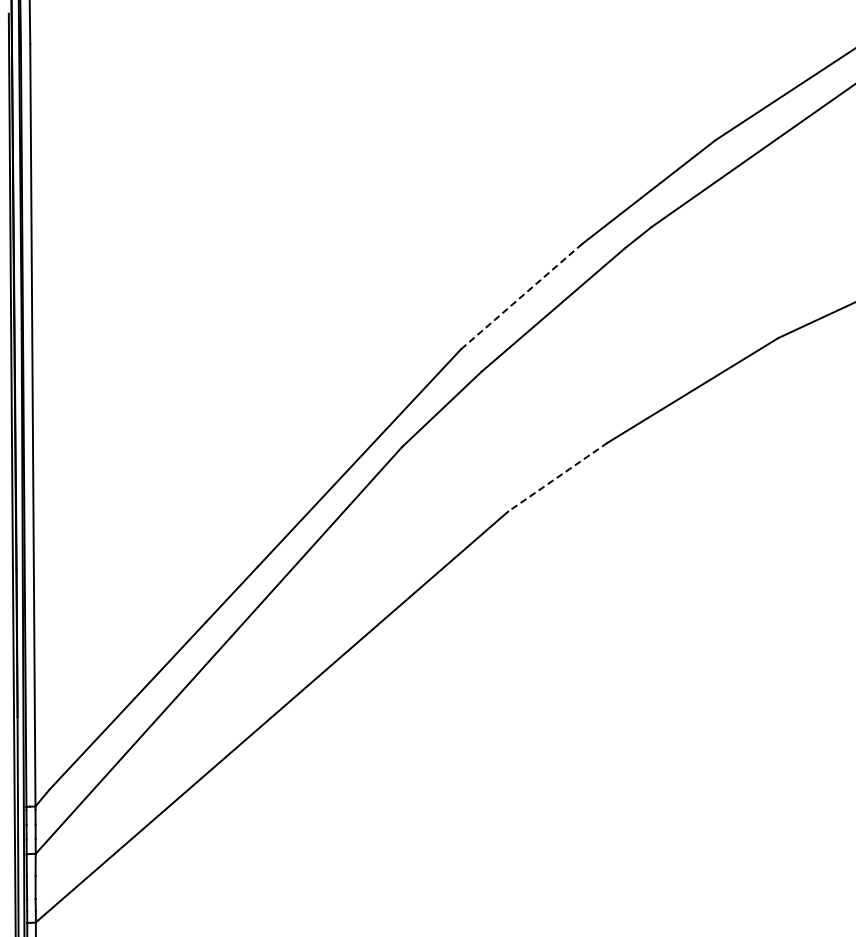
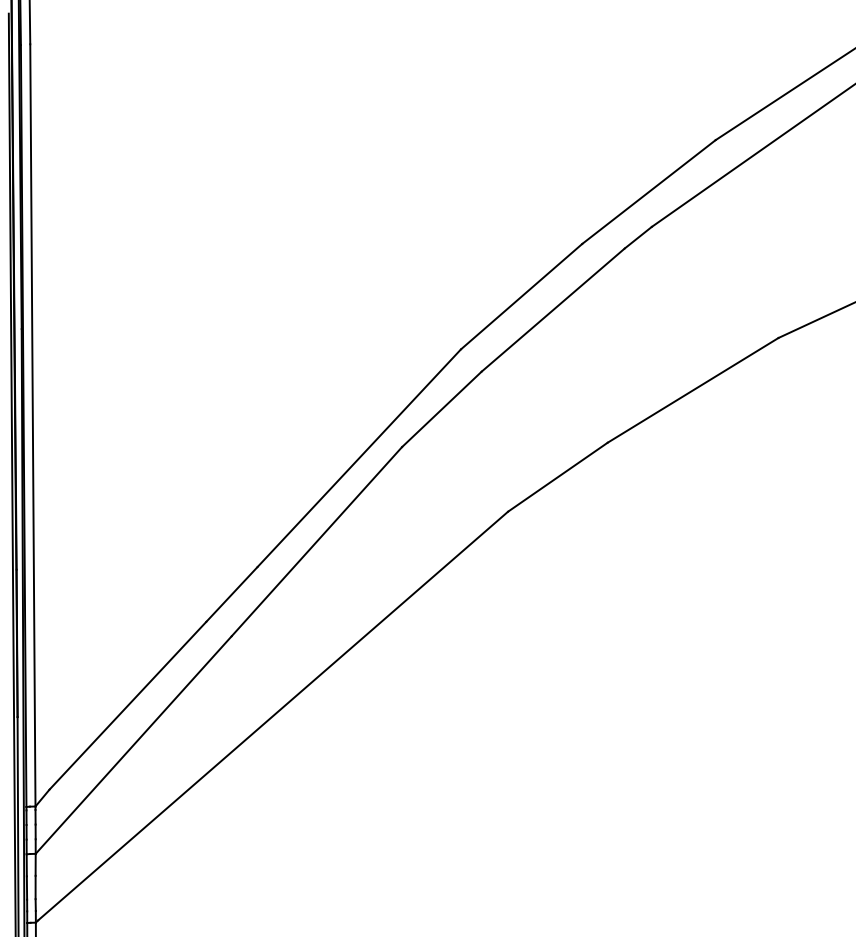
line at (522, 296): dashed -> solid
line at (557, 477): dashed -> solid
